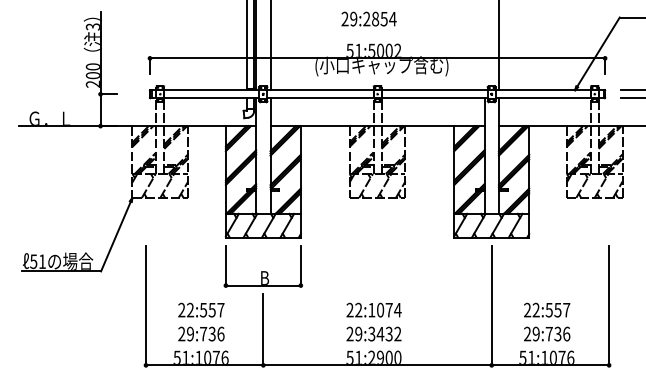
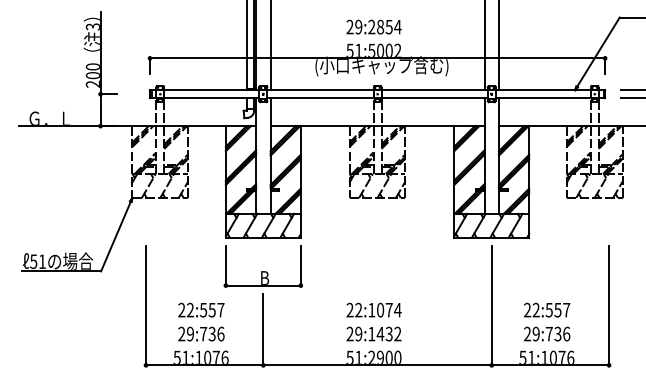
text at (368, 18) position: (368, 18) -> (373, 26)
line at (484, 46): none -> present
text at (371, 333): 29:3432 -> 29:1432
